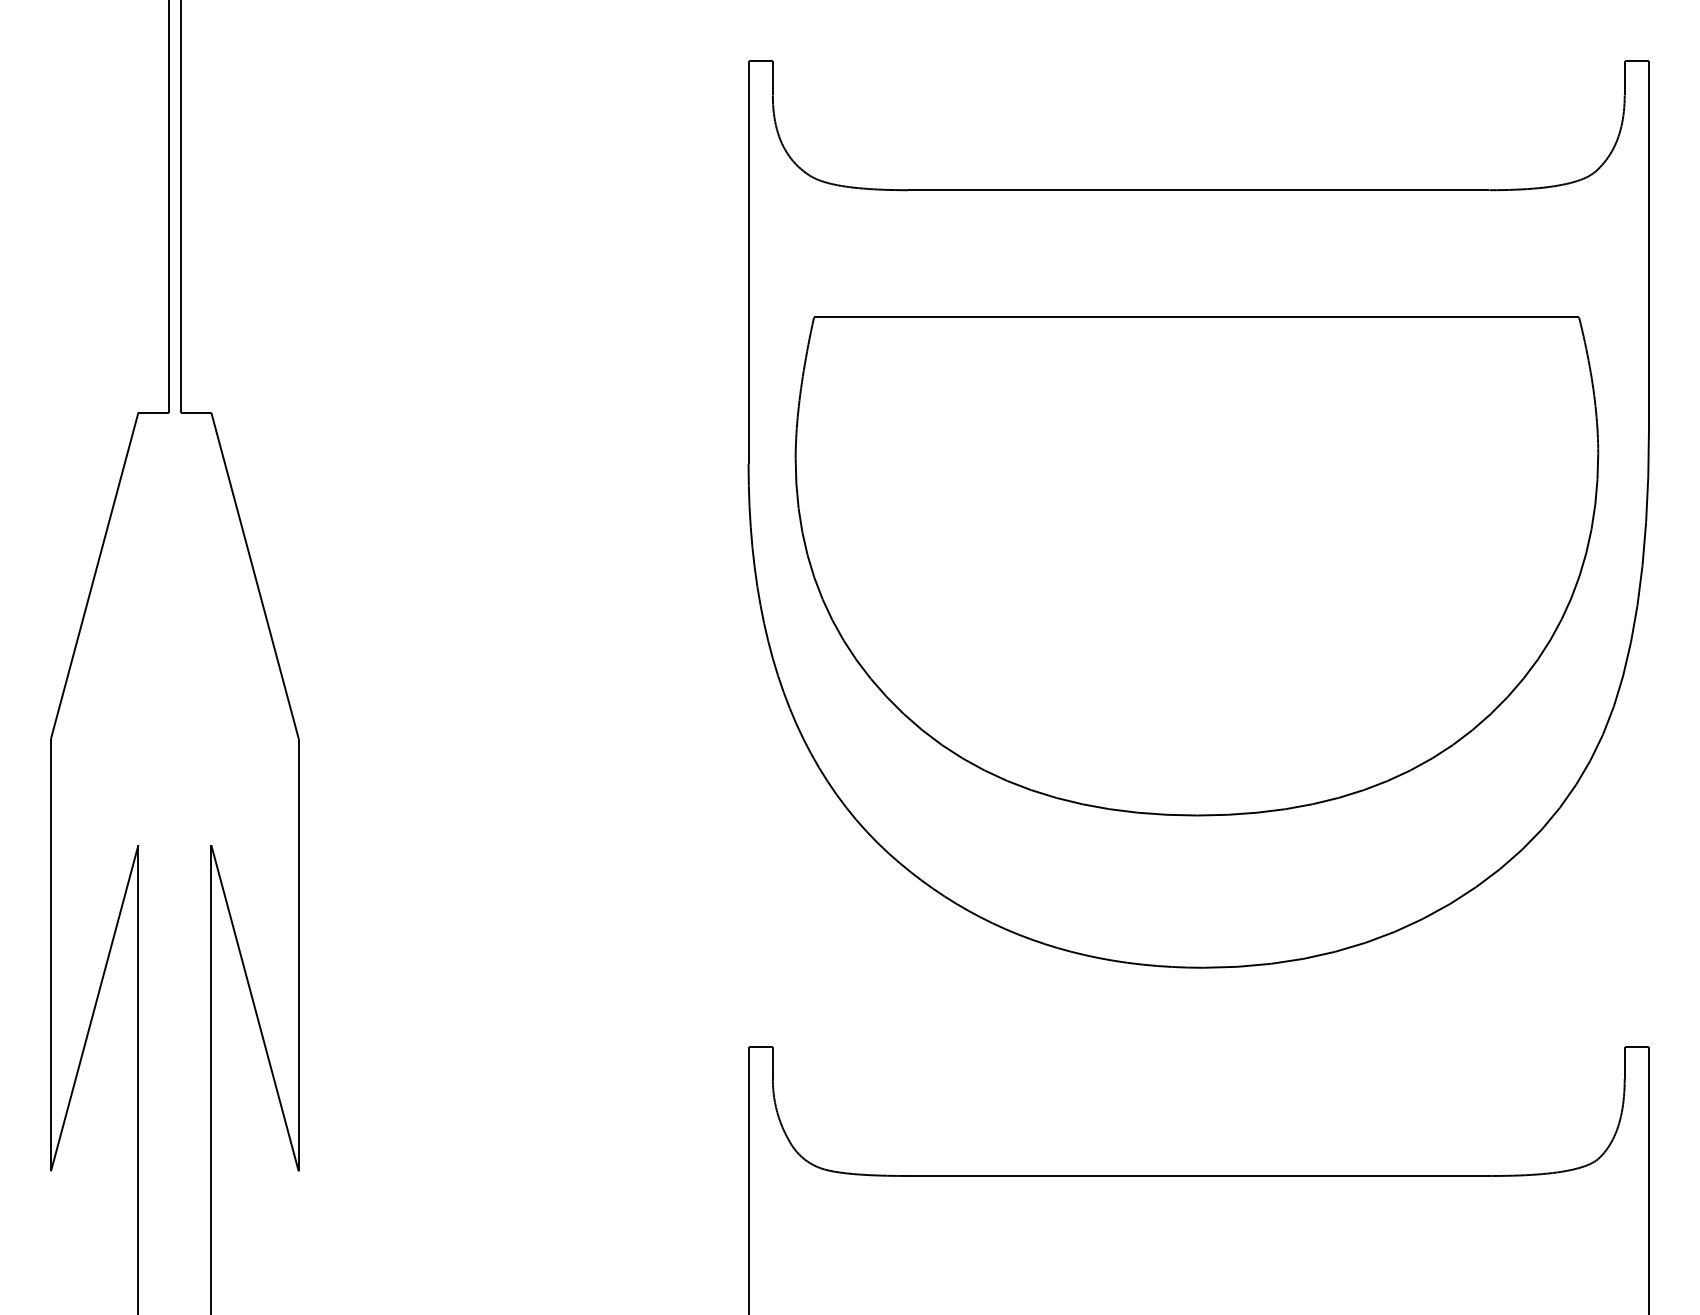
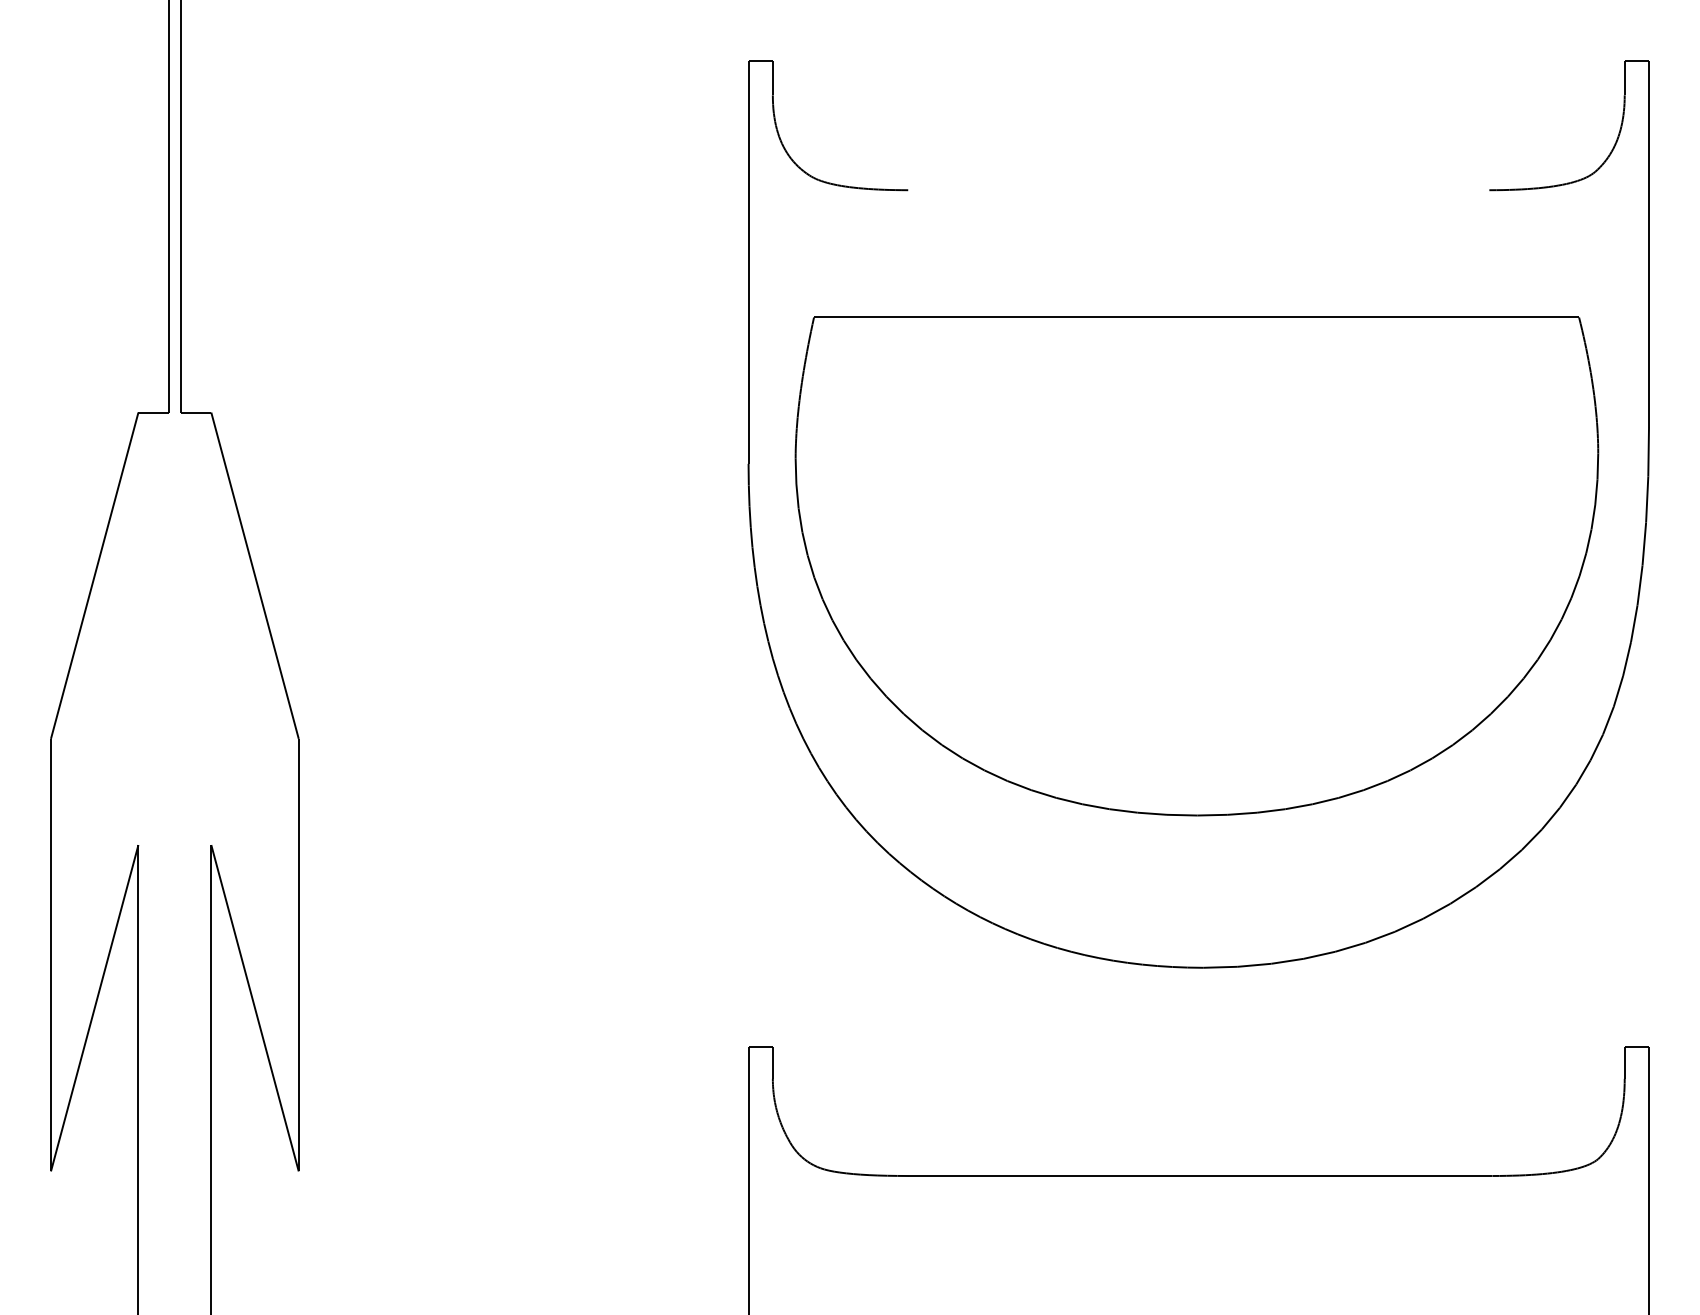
line at (1198, 190): present -> none
